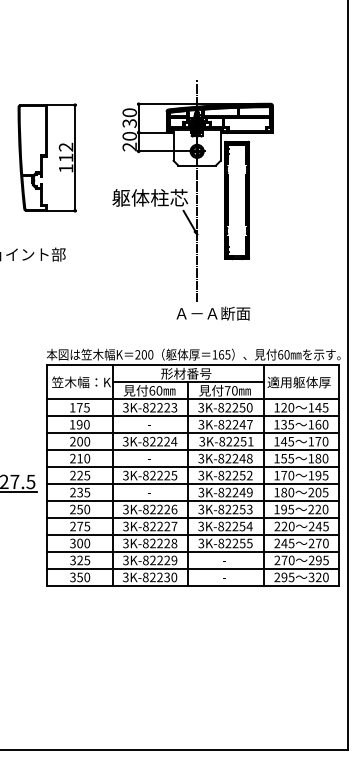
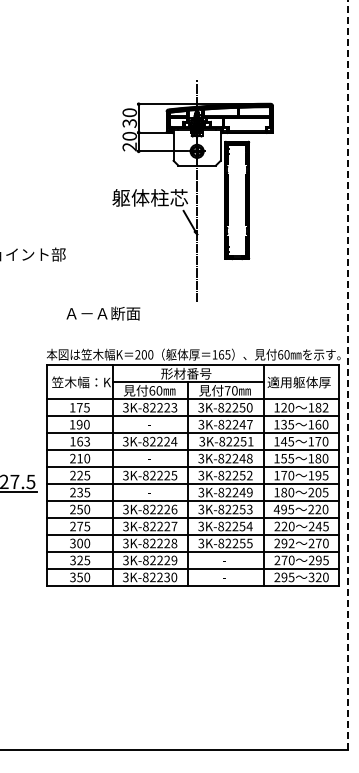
part at (46, 157): present -> none
text at (213, 313) position: (213, 313) -> (103, 313)
line at (348, 374): solid -> dashed
text at (321, 407): 145 -> 182
text at (80, 441): 200 -> 163
text at (276, 509): 195 -> 495
text at (287, 543): 245 -> 292
